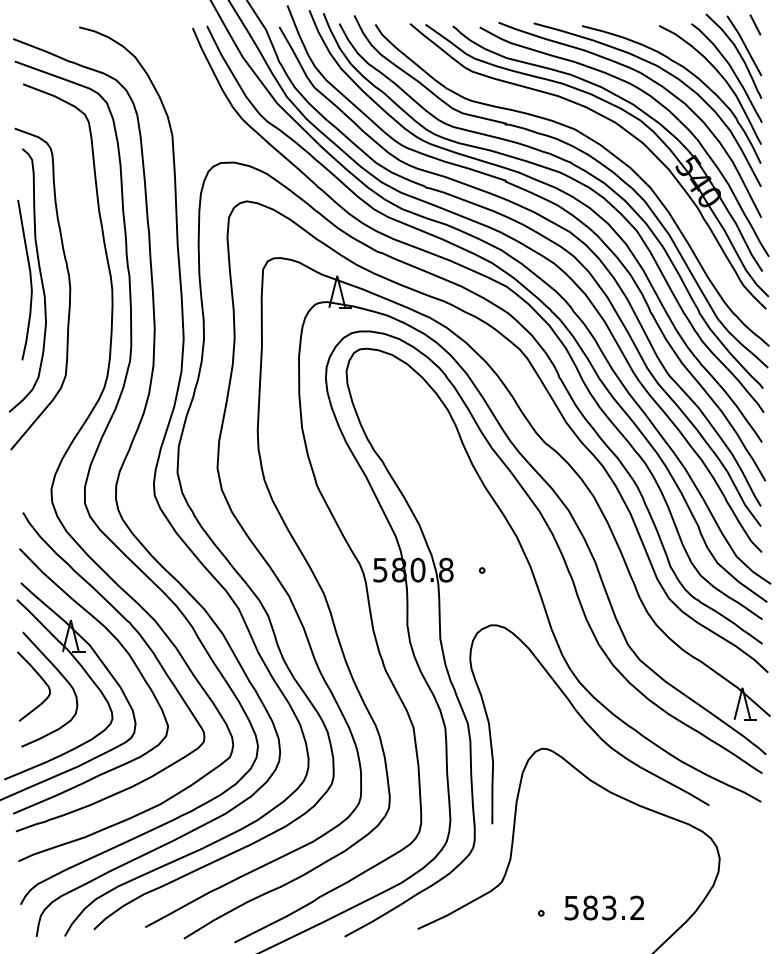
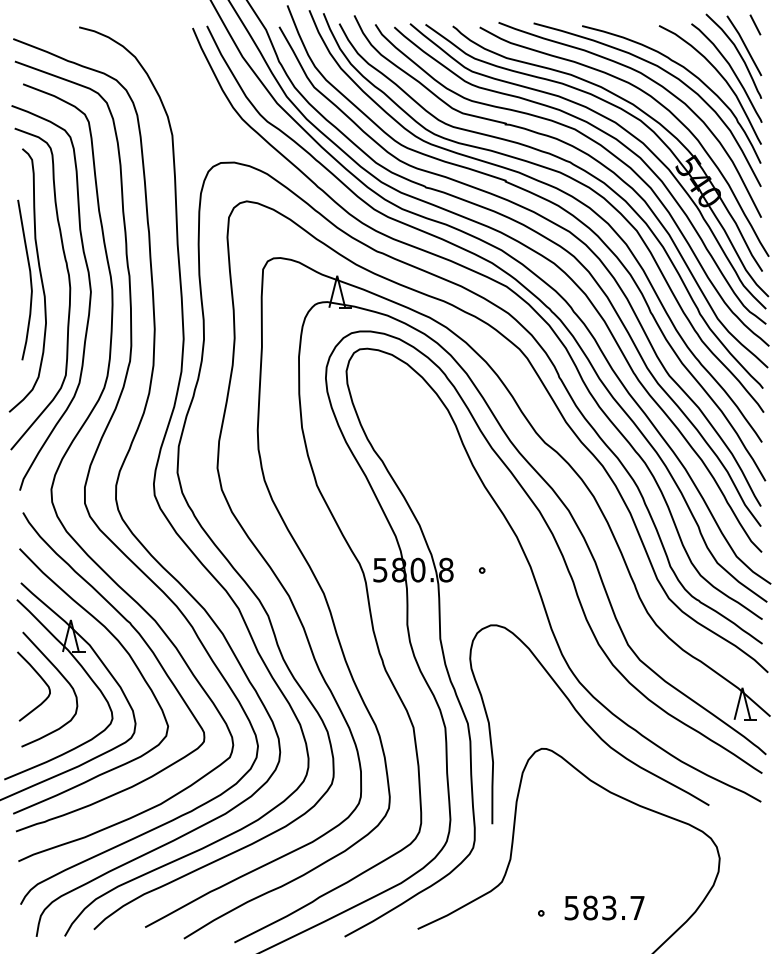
curve at (607, 135): none -> present
curve at (88, 305): none -> present
text at (637, 907): 583.2 -> 583.7
